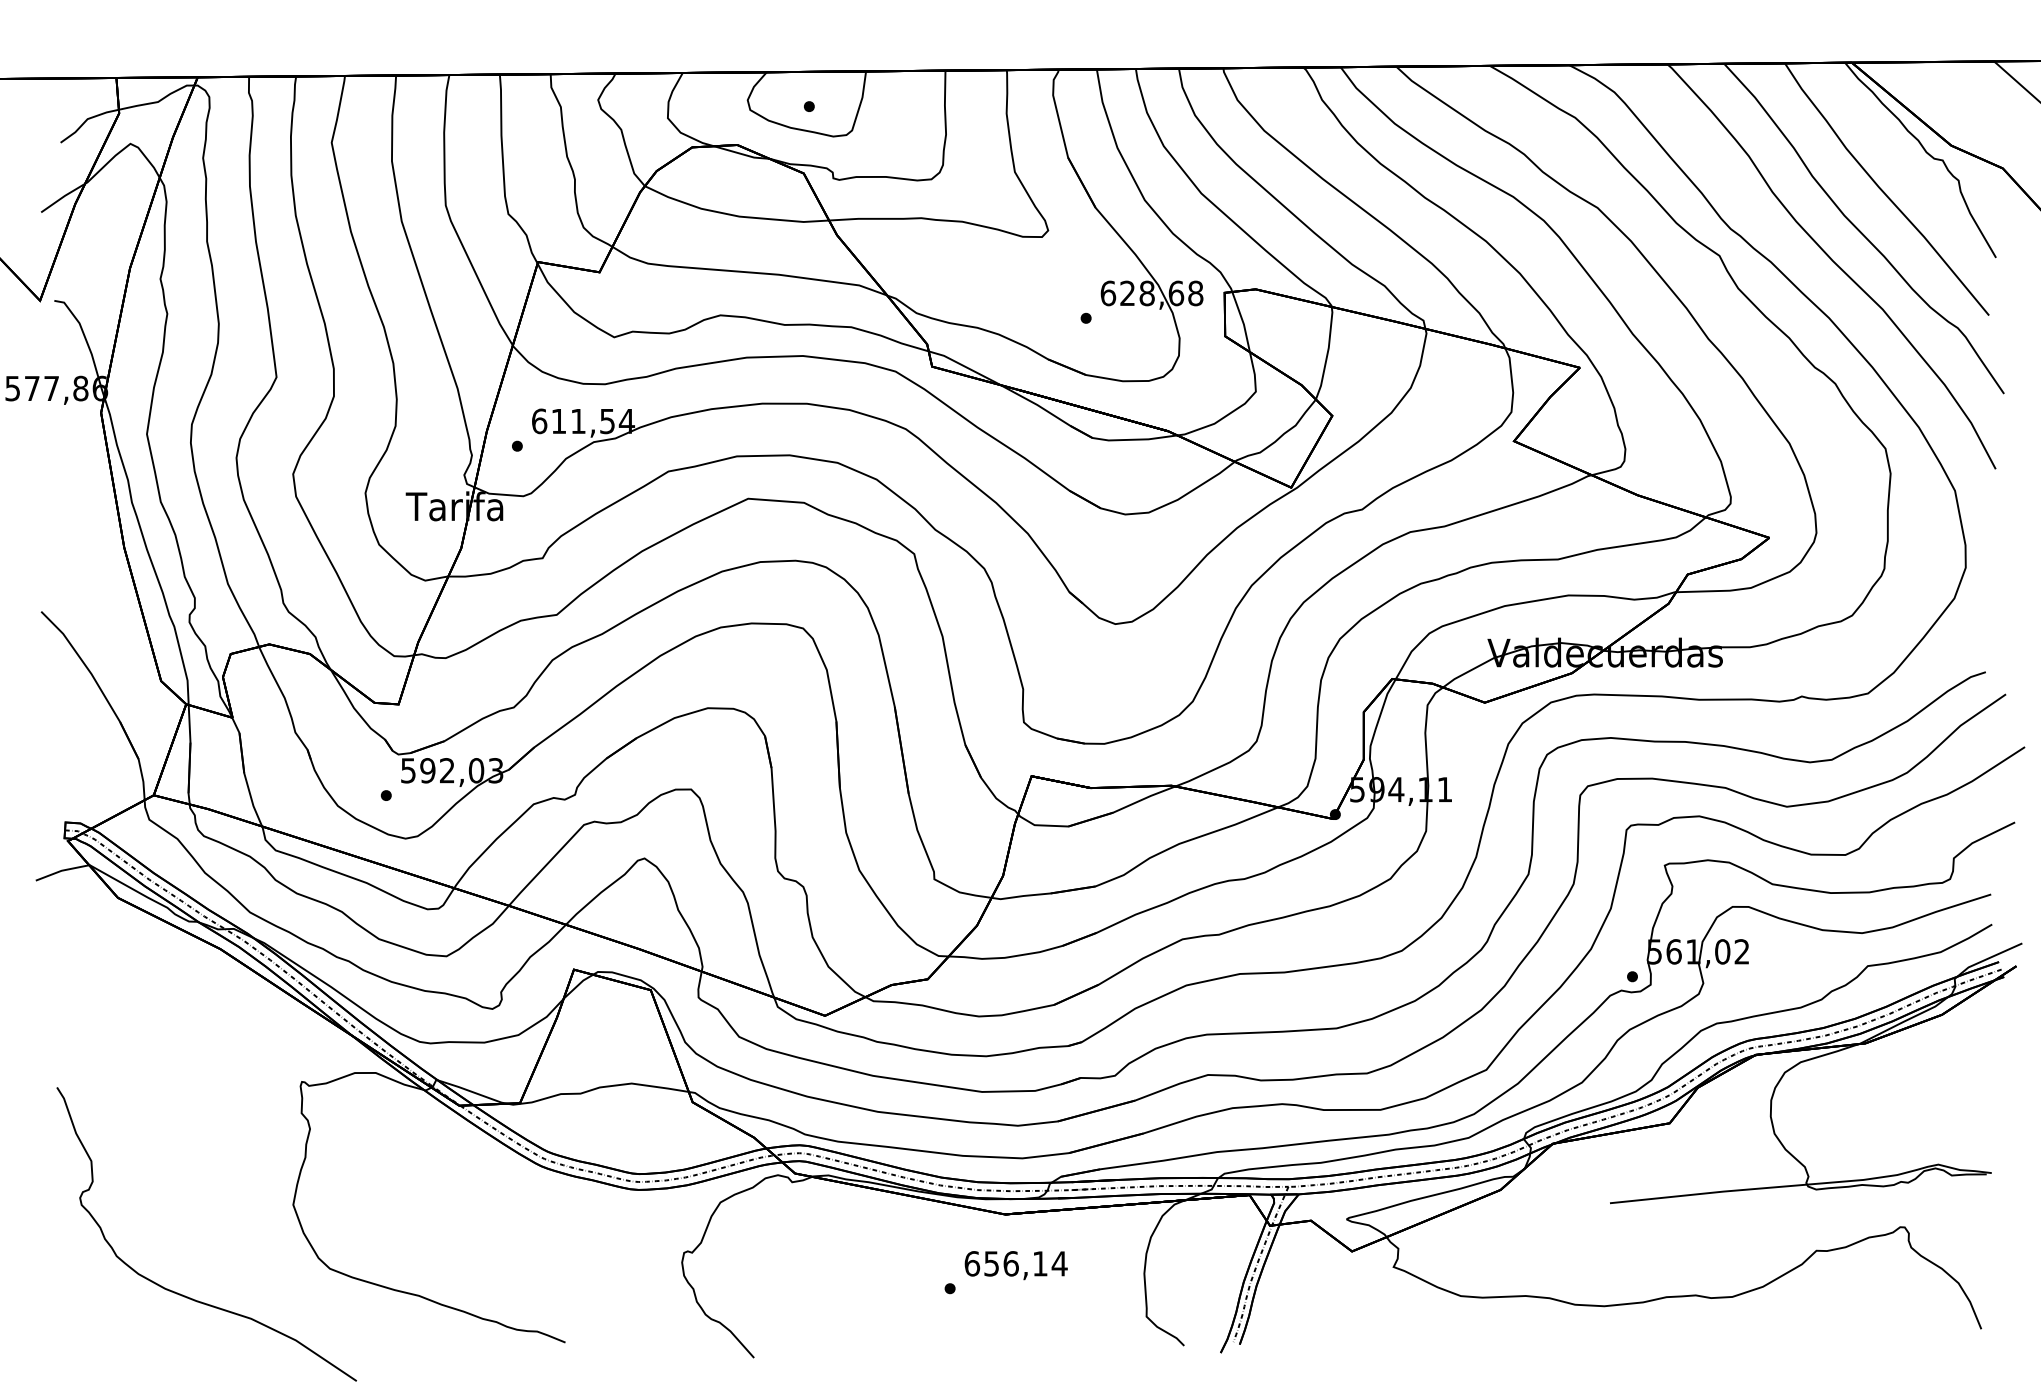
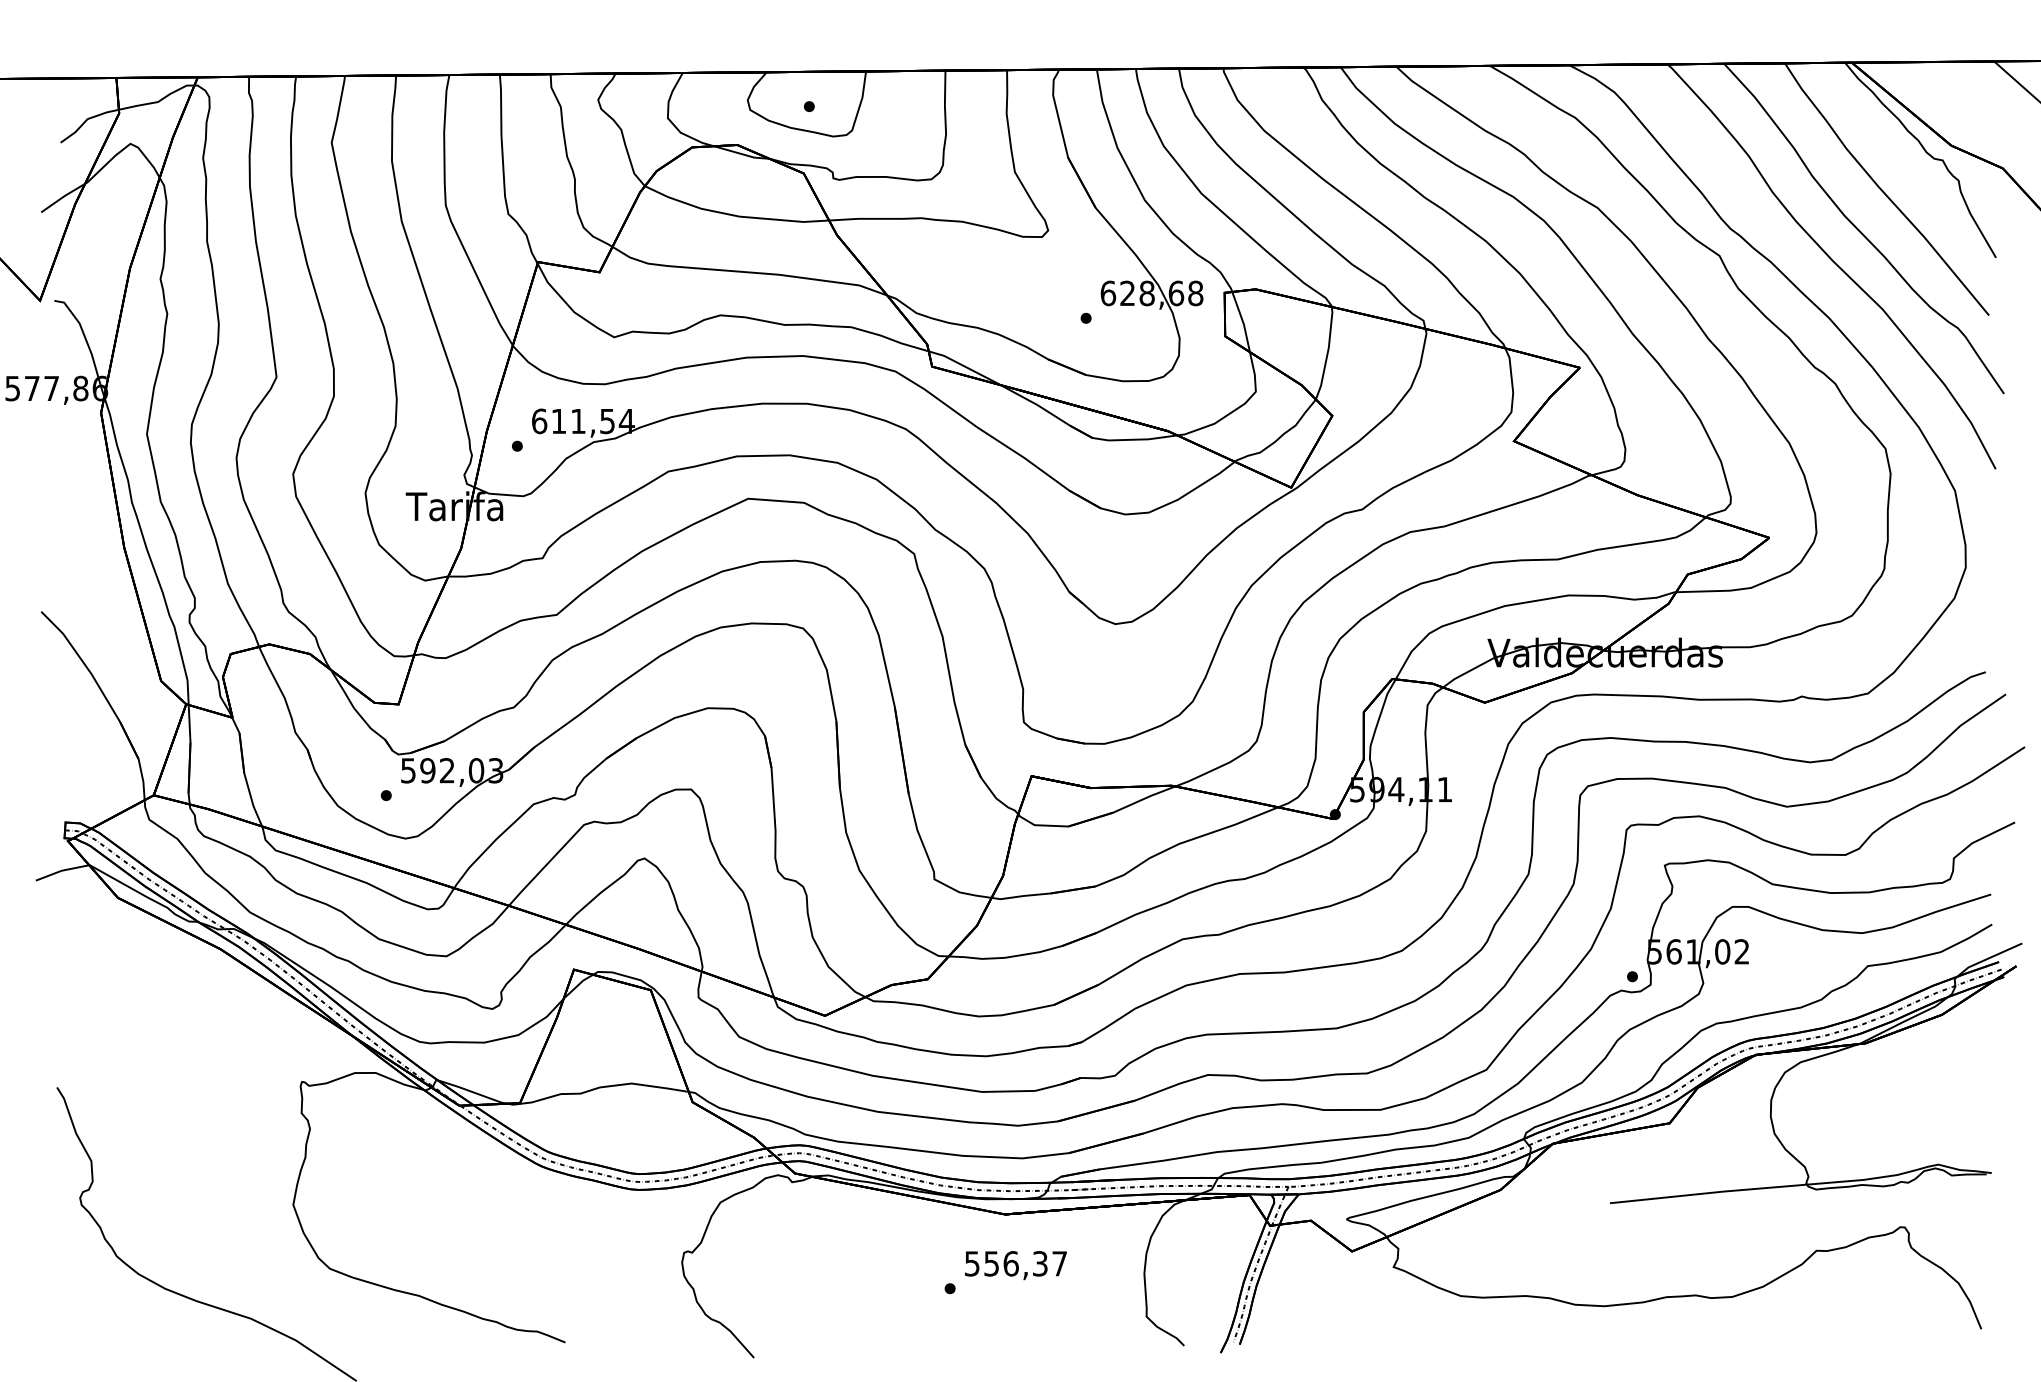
text at (1015, 1263): 656,14 -> 556,37
